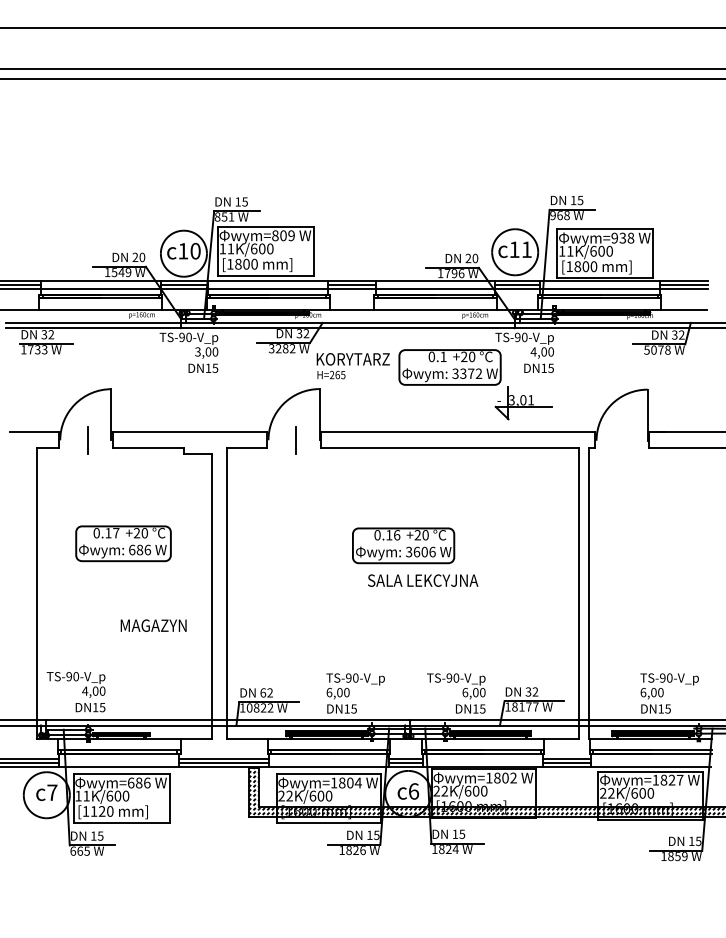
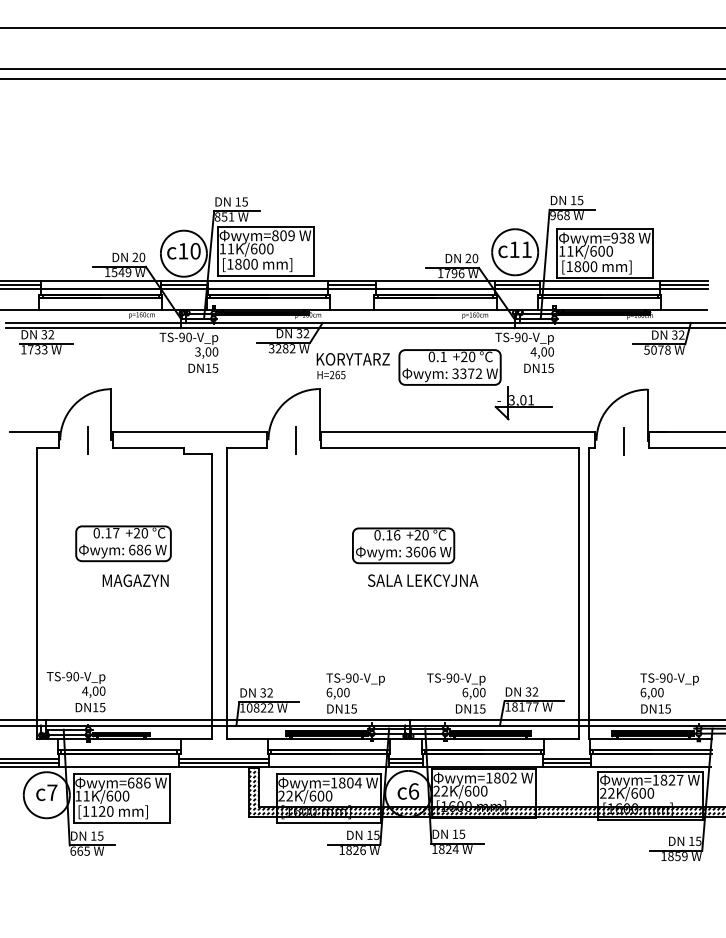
line at (624, 440): none -> present
text at (153, 625) position: (153, 625) -> (135, 580)
text at (263, 692): 62 -> 32
